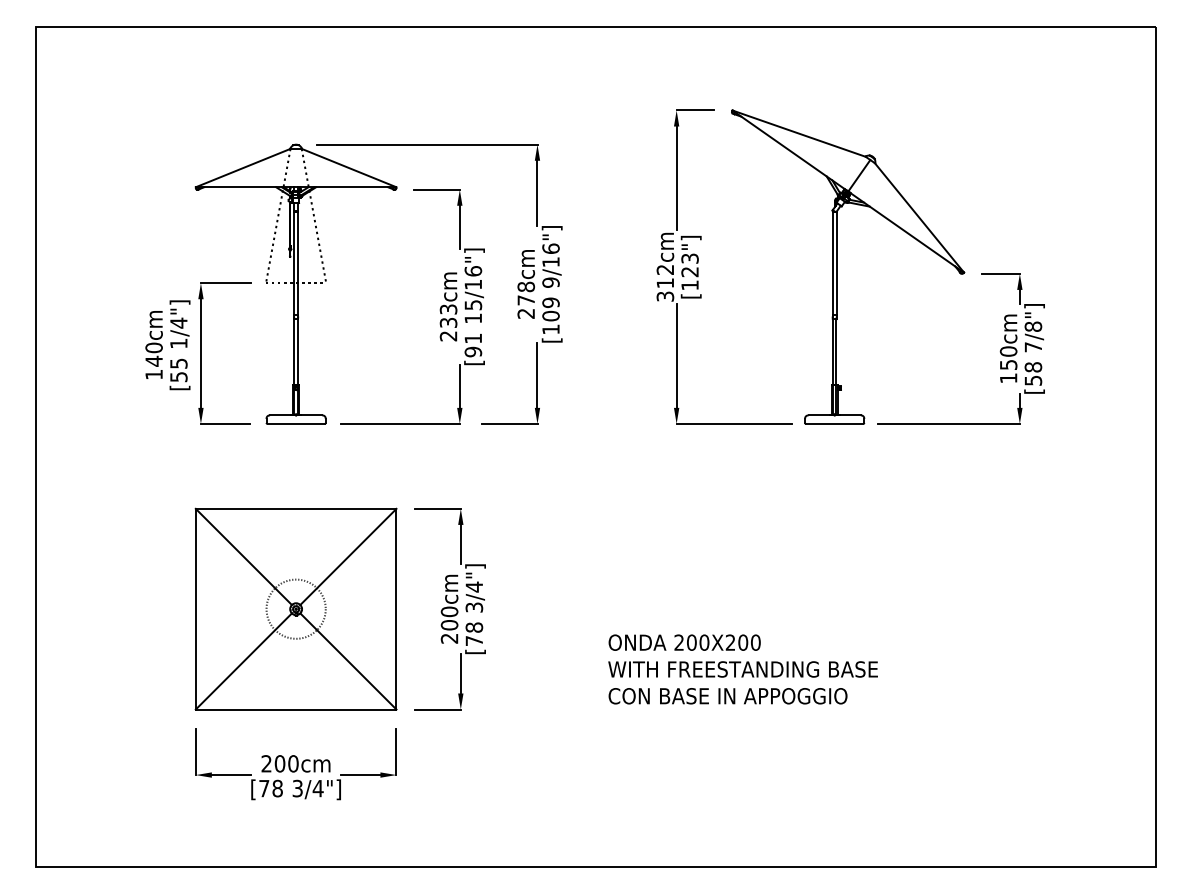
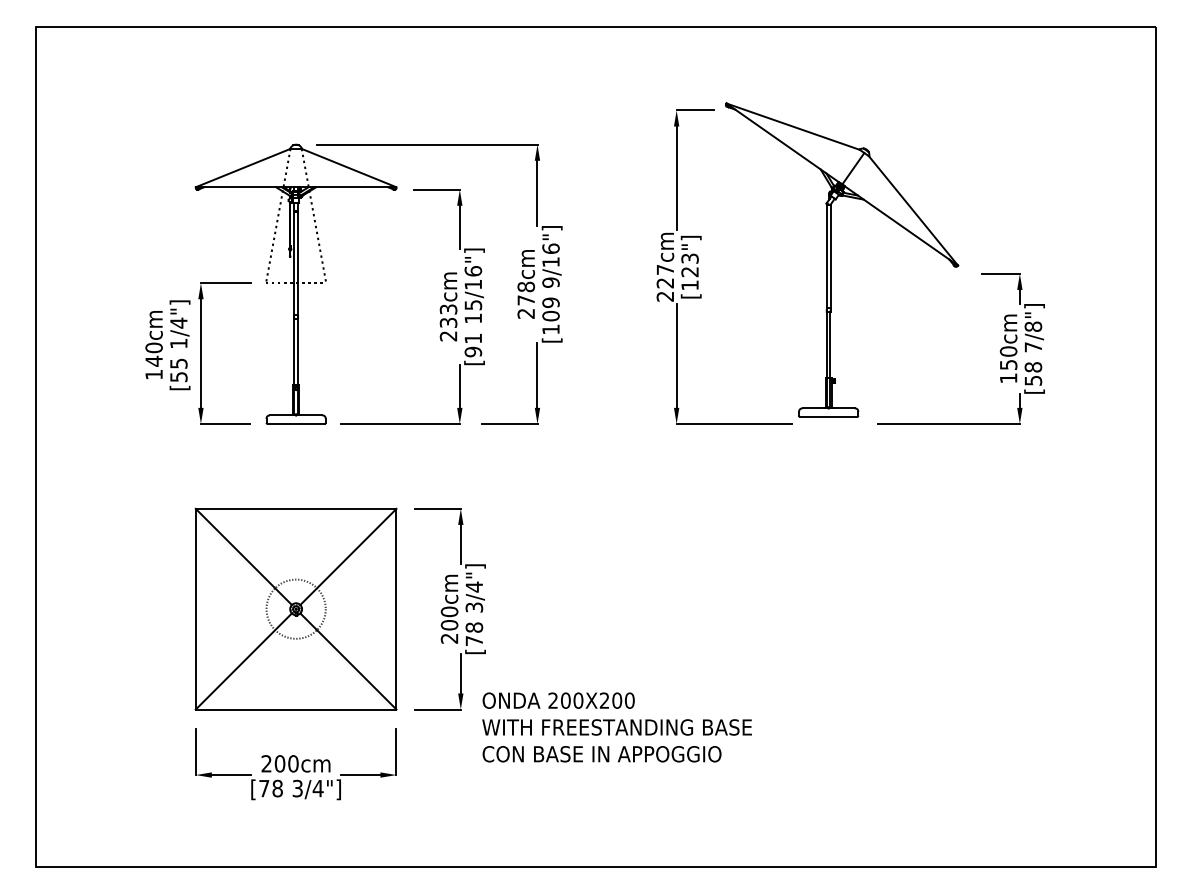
part at (837, 266) position: (837, 266) -> (831, 259)
text at (665, 283): 312cm -> 227cm
text at (742, 669) position: (742, 669) -> (616, 727)
